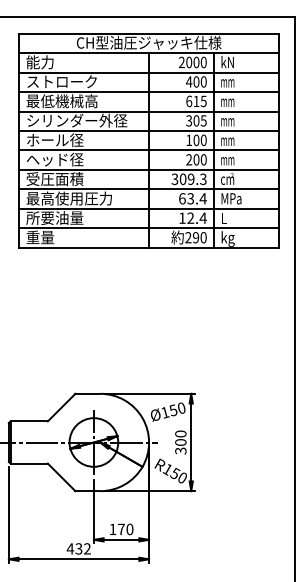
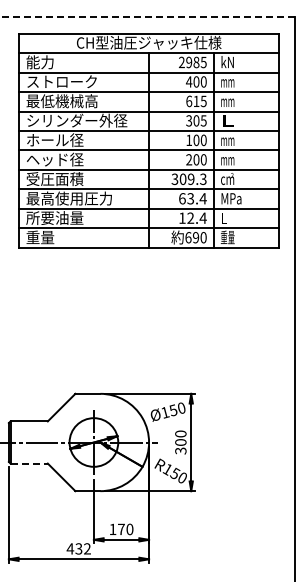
line at (147, 17): solid -> dashed
text at (196, 62): 2000 -> 2985
text at (227, 120): mm -> L
text at (188, 237): 290 -> 690
text at (227, 238): kg -> 重量
line at (29, 463): solid -> dashed
